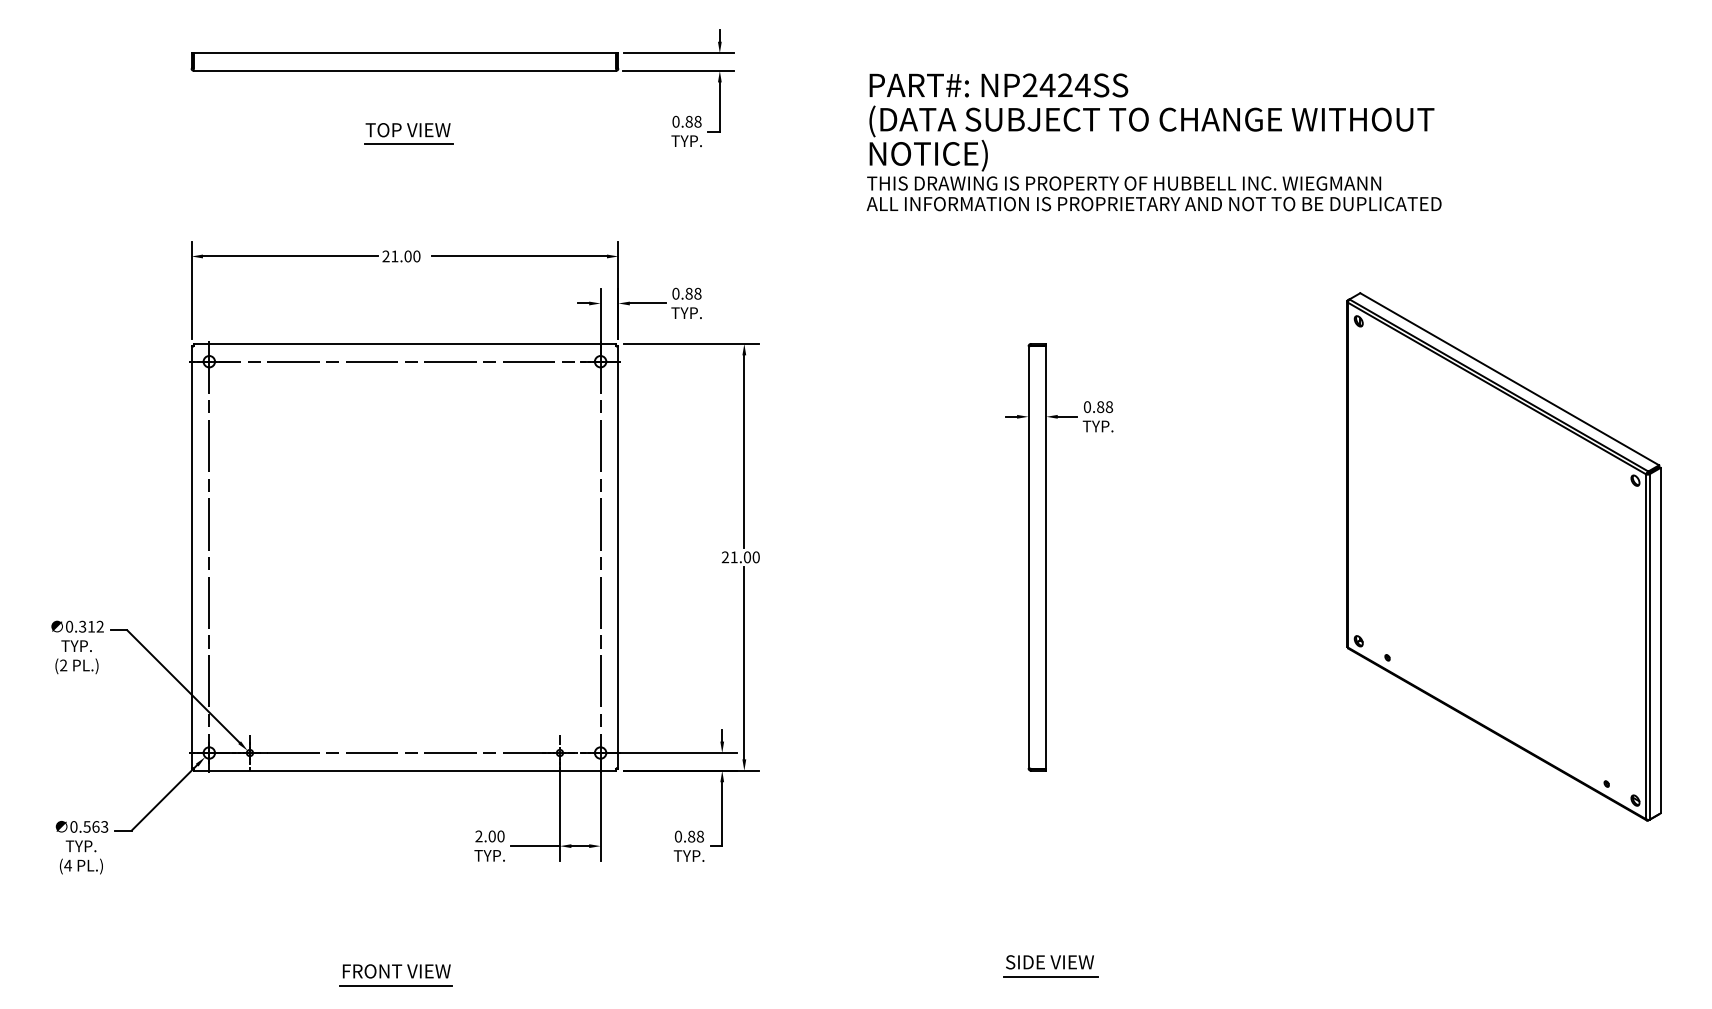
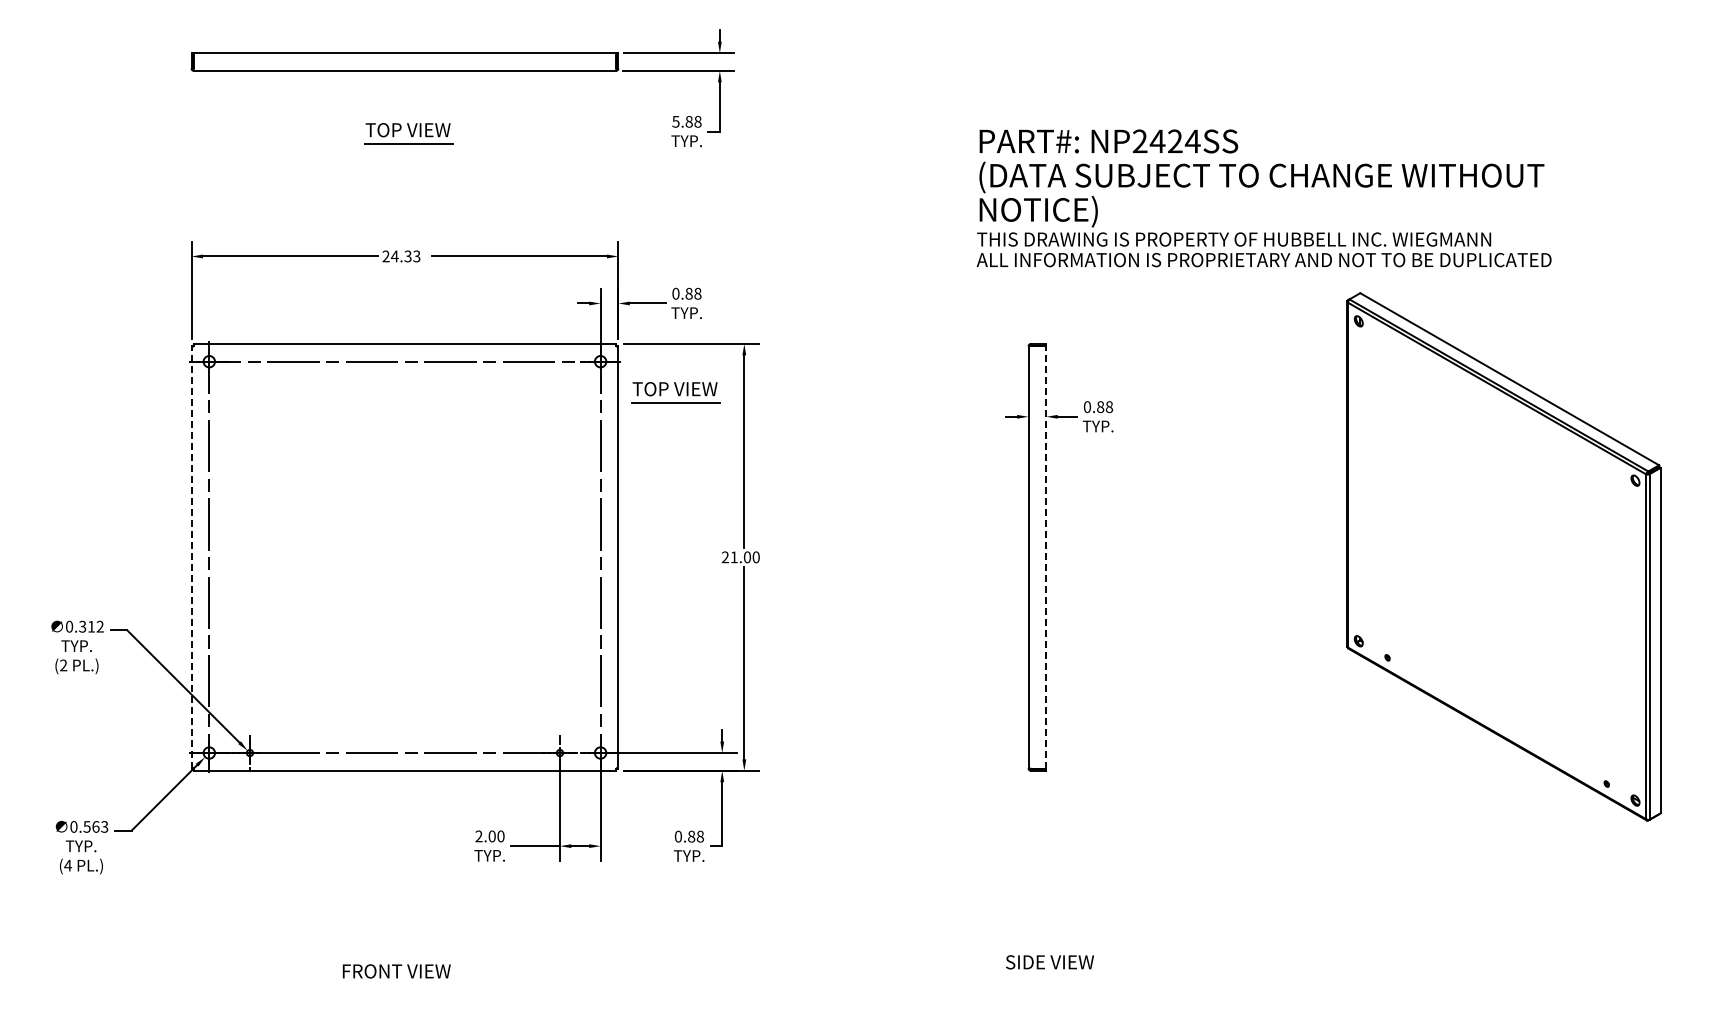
text at (675, 121): 0.88 -> 5.88
text at (1153, 142) position: (1153, 142) -> (1263, 198)
text at (405, 256): 21.00 -> 24.33
part at (675, 392): none -> present
line at (191, 556): solid -> dashed
line at (1046, 556): solid -> dashed
line at (1051, 976): present -> none
line at (395, 985): present -> none
